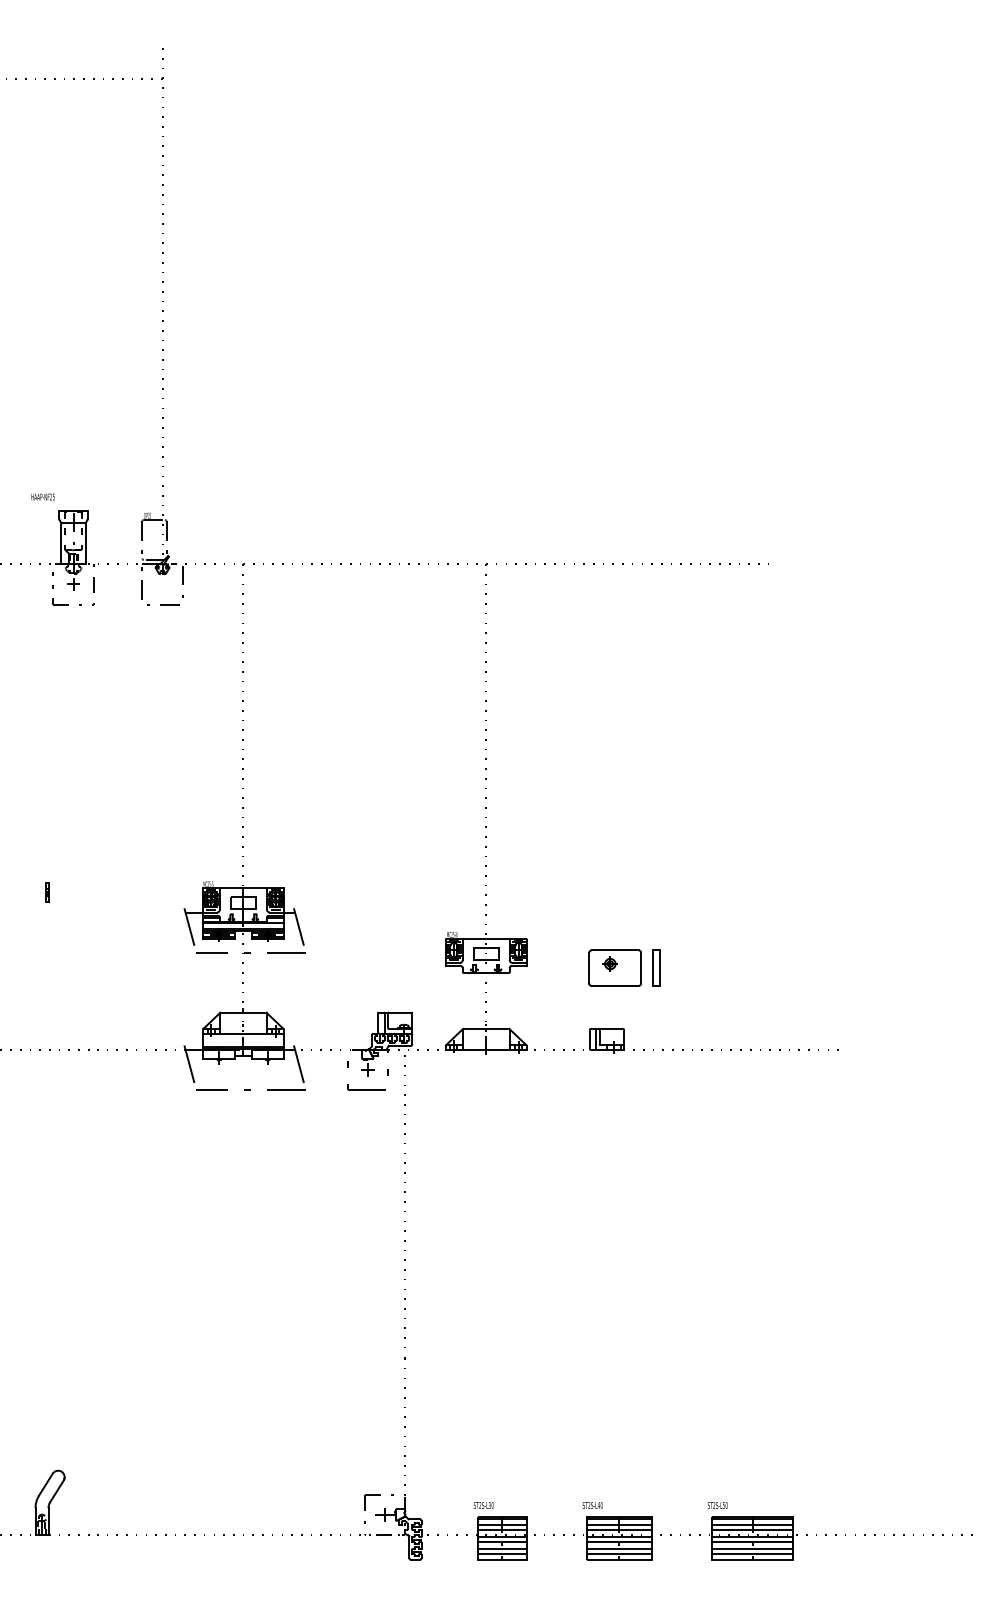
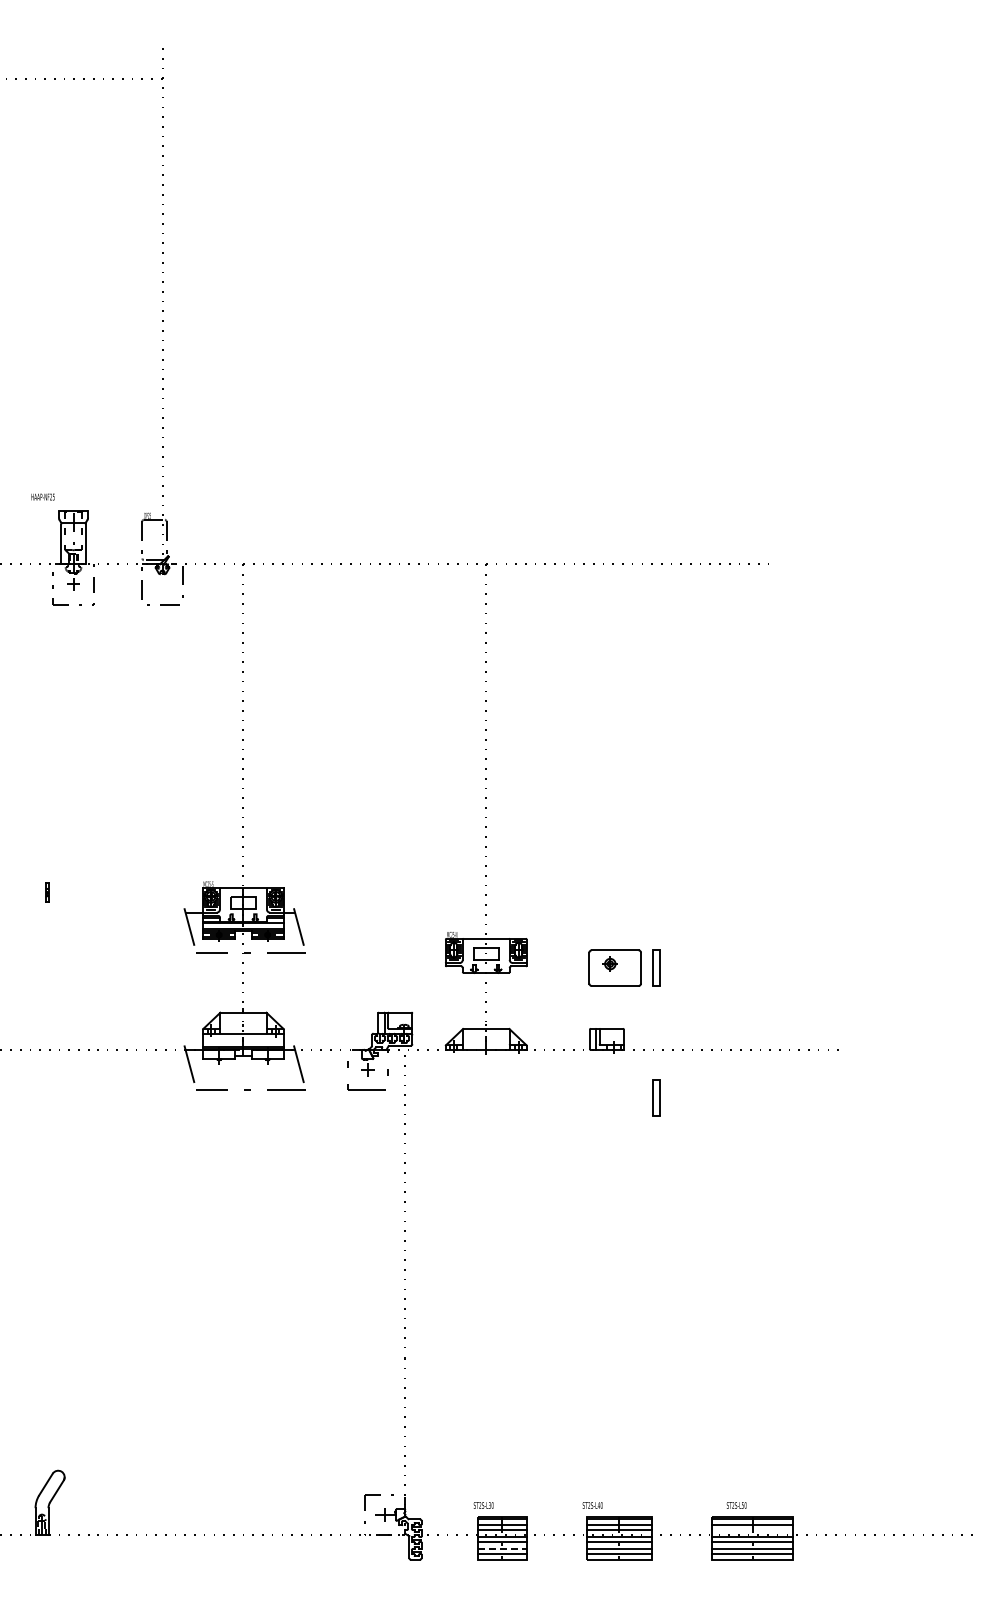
part at (656, 1097): none -> present
text at (717, 1505) position: (717, 1505) -> (736, 1505)
line at (752, 1529): present -> none
line at (502, 1549): solid -> dashed
